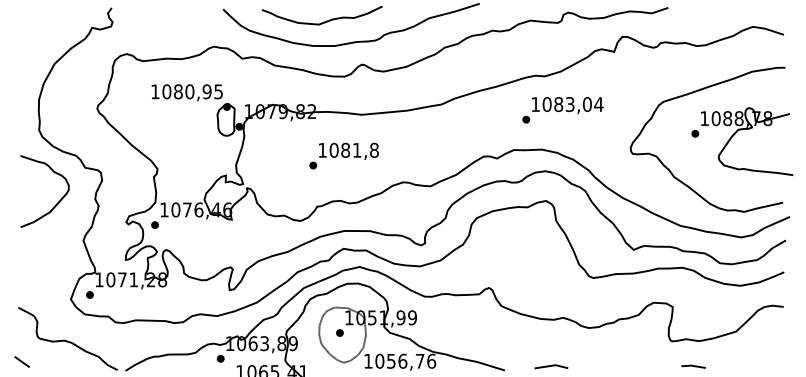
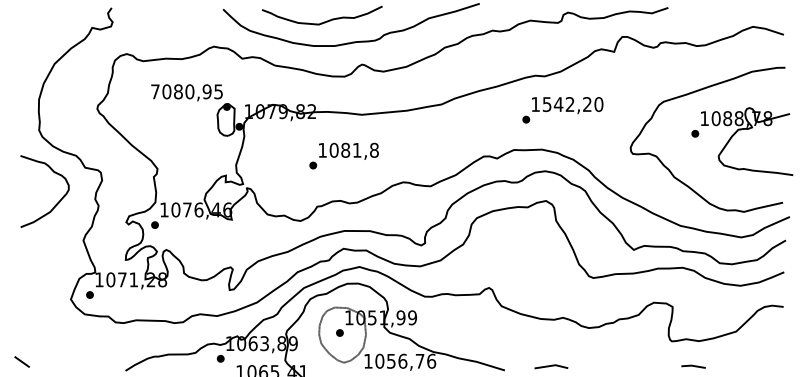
text at (155, 91): 1080,95 -> 7080,95
text at (572, 104): 1083,04 -> 1542,20
curve at (67, 340): present -> none
